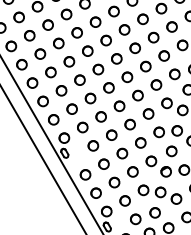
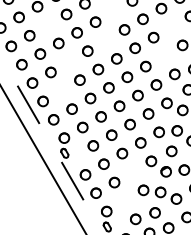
part at (113, 11): present -> none
circle at (47, 24): present -> none
circle at (171, 26): present -> none
part at (105, 40): present -> none
circle at (163, 55): present -> none
part at (69, 61): present -> none
part at (61, 90): present -> none
line at (51, 145): solid -> dashed
circle at (132, 171): present -> none
circle at (124, 200): present -> none
